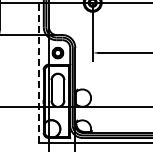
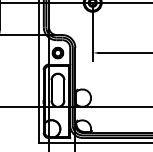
line at (38, 71): dashed -> solid
